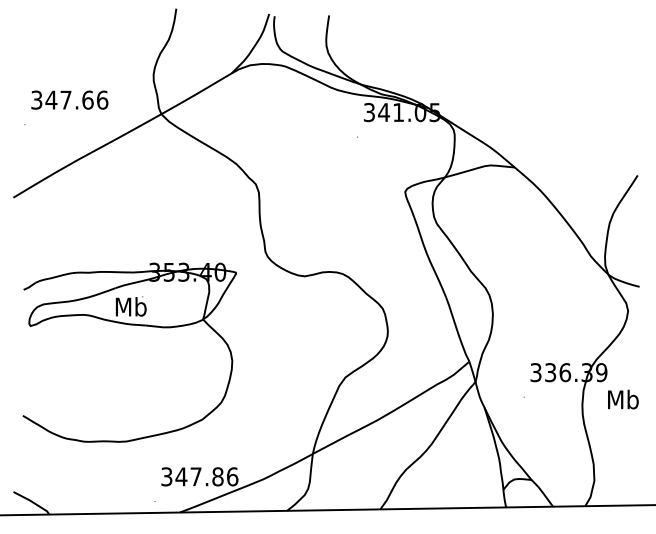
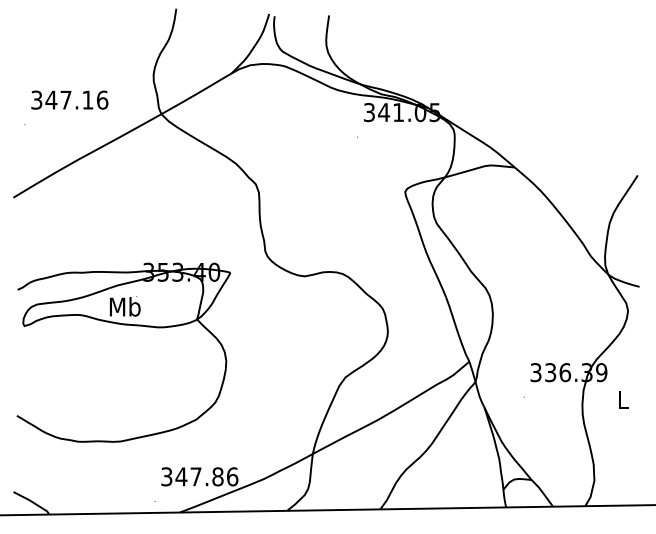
text at (87, 99): 347.66 -> 347.16
part at (129, 325) position: (129, 325) -> (123, 325)
text at (623, 399): Mb -> L
